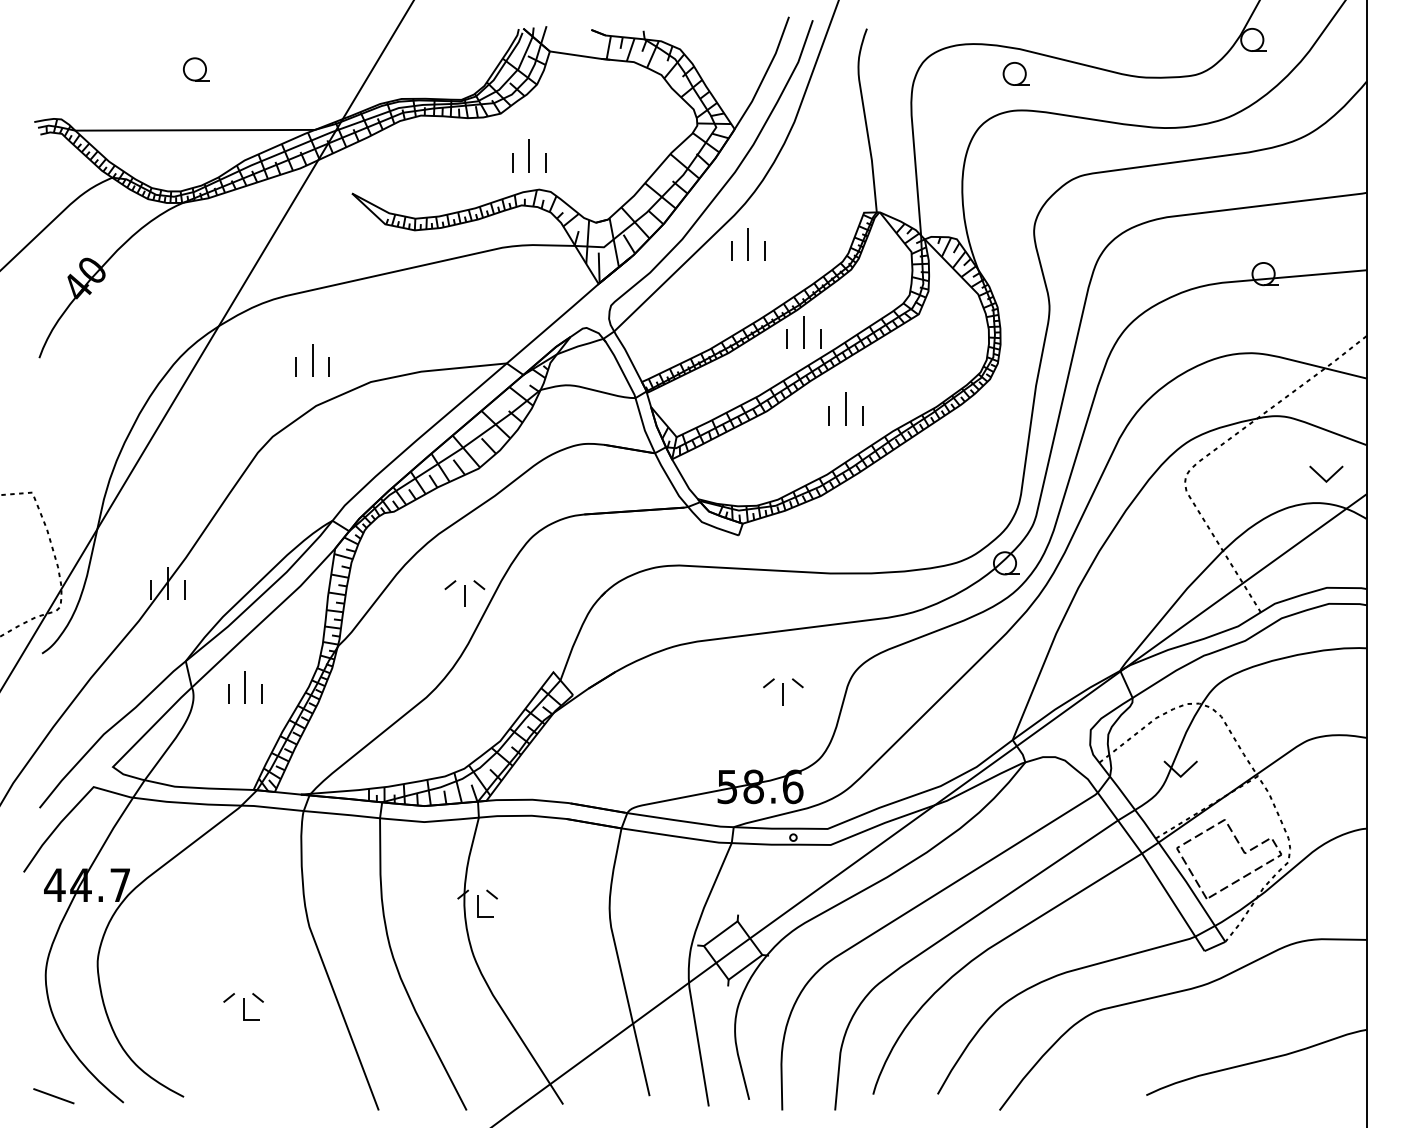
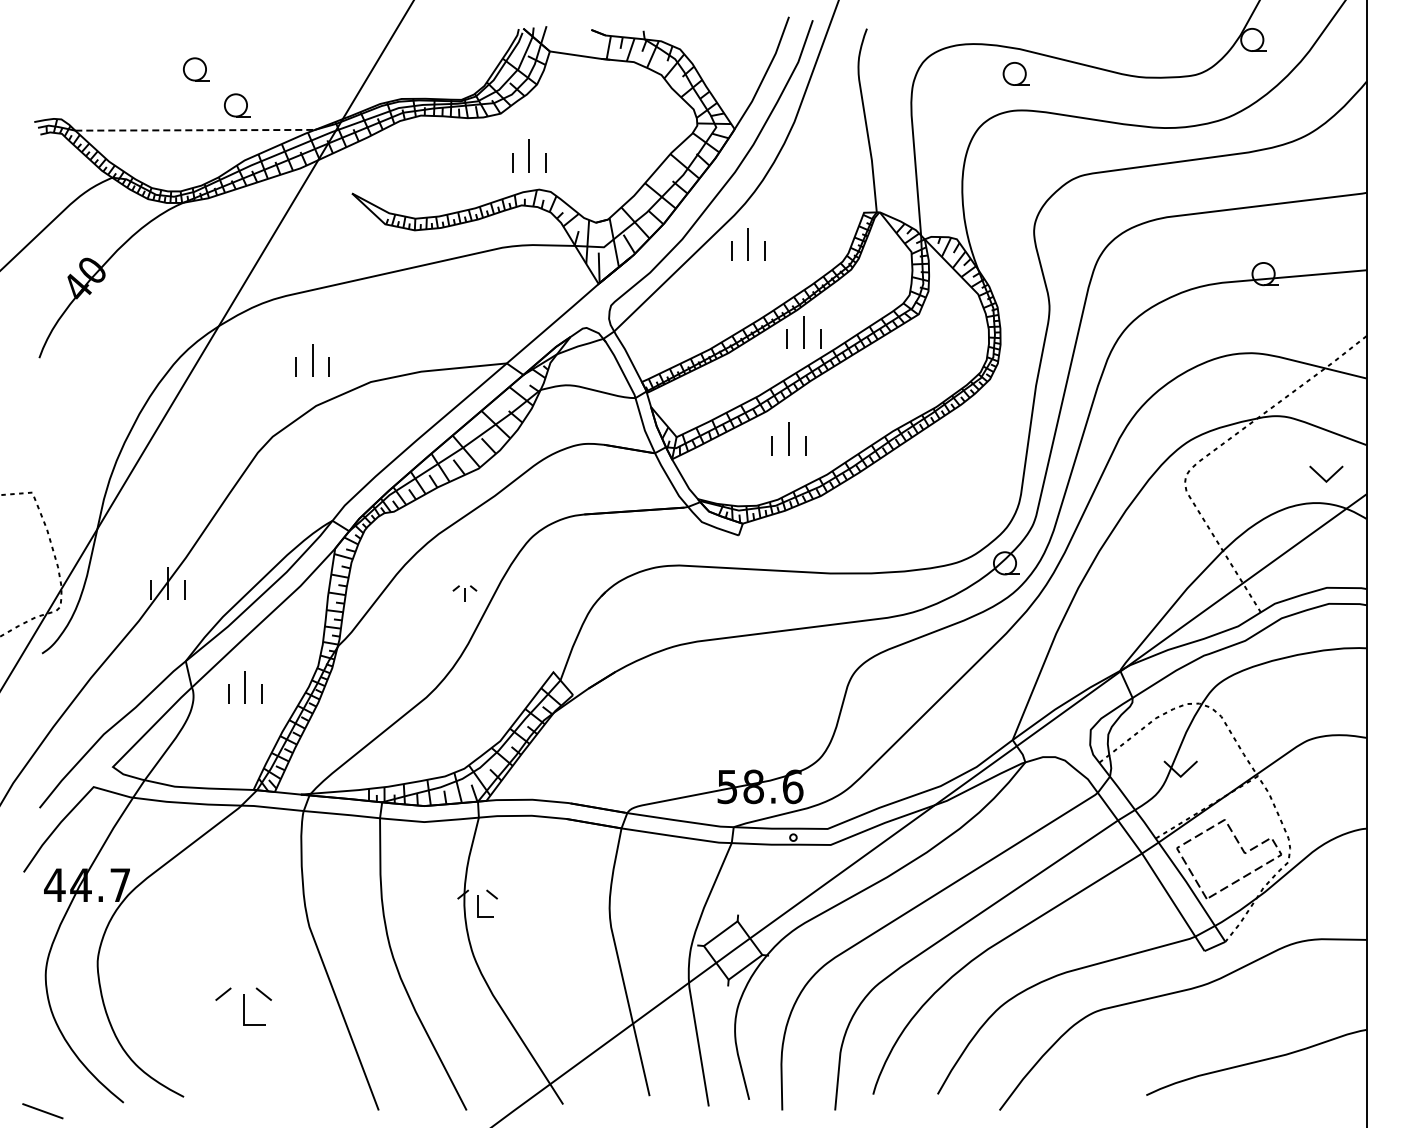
part at (237, 105): none -> present
line at (195, 130): solid -> dashed
part at (845, 408) position: (845, 408) -> (788, 438)
part at (464, 593) size: 42x27 px -> 26x17 px
part at (783, 691): present -> none
part at (243, 1006) size: 41x28 px -> 57x39 px
line at (53, 1096) position: (53, 1096) -> (42, 1111)
